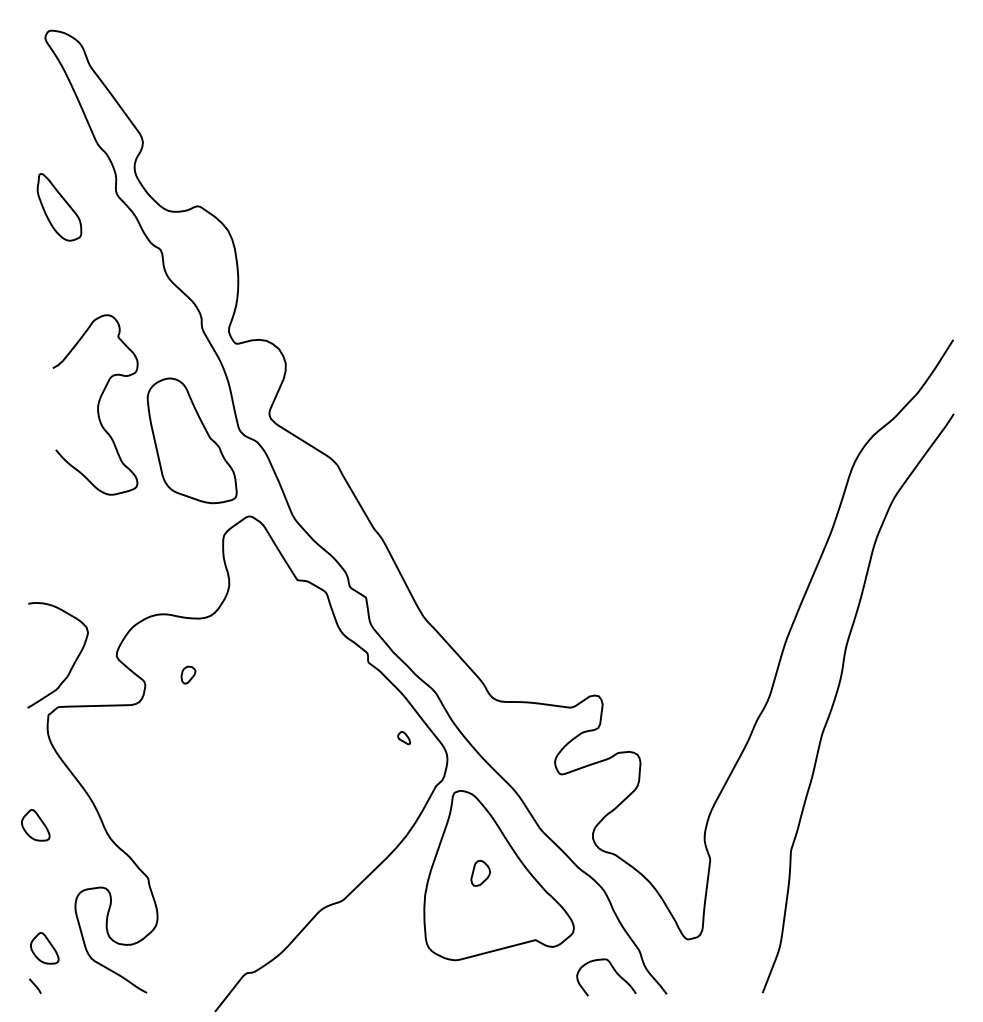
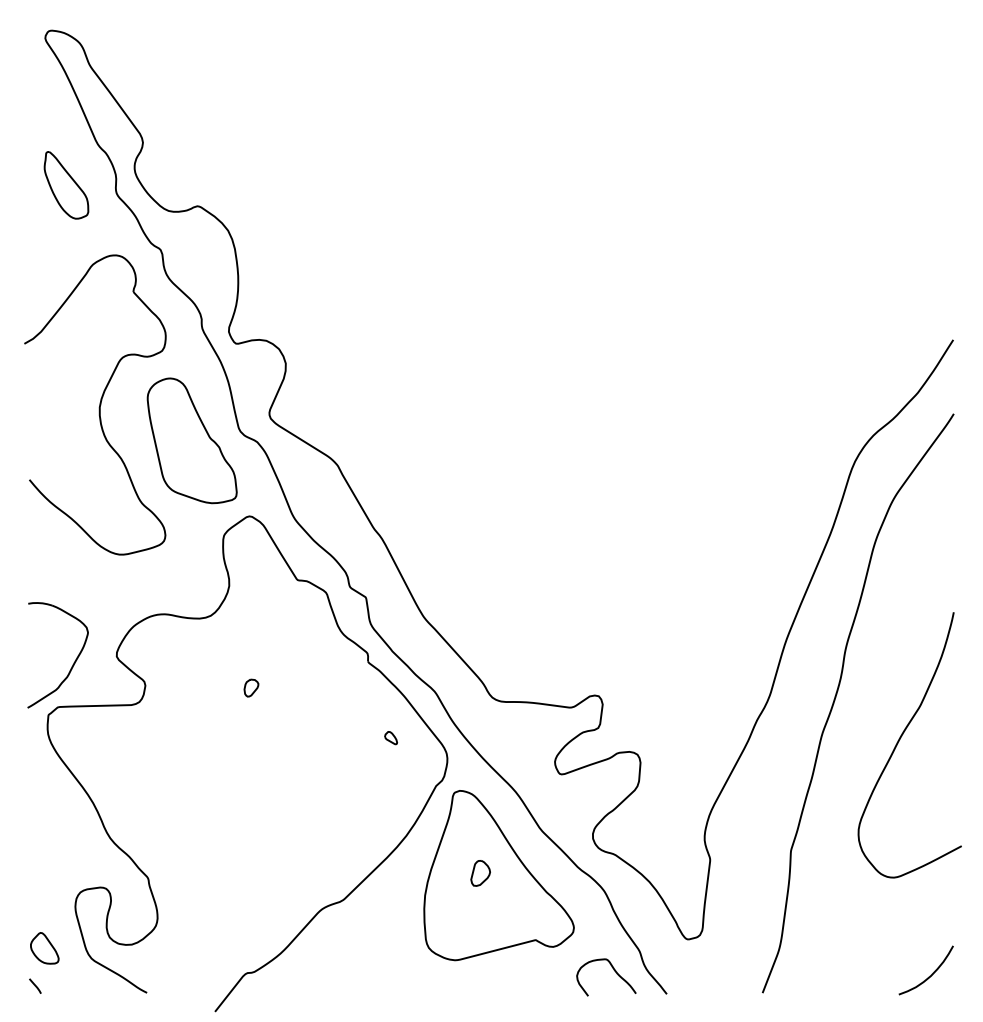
part at (59, 207) position: (59, 207) -> (66, 185)
part at (95, 404) size: 87x182 px -> 143x302 px
part at (188, 674) position: (188, 674) -> (251, 687)
part at (403, 738) position: (403, 738) -> (390, 738)
curve at (899, 741): none -> present
part at (35, 825): present -> none
curve at (928, 976): none -> present
